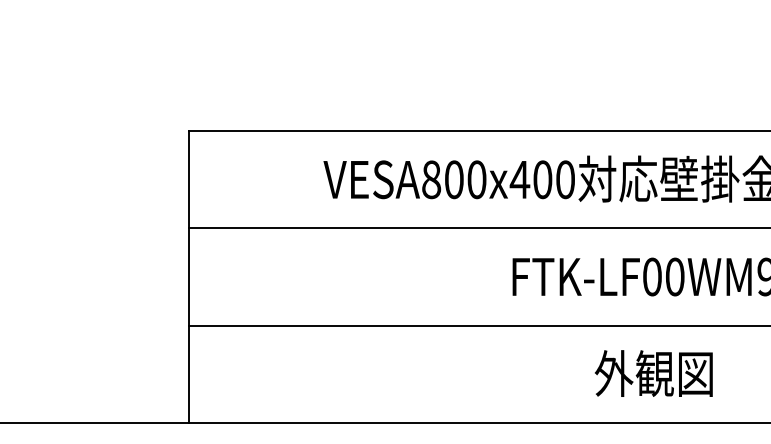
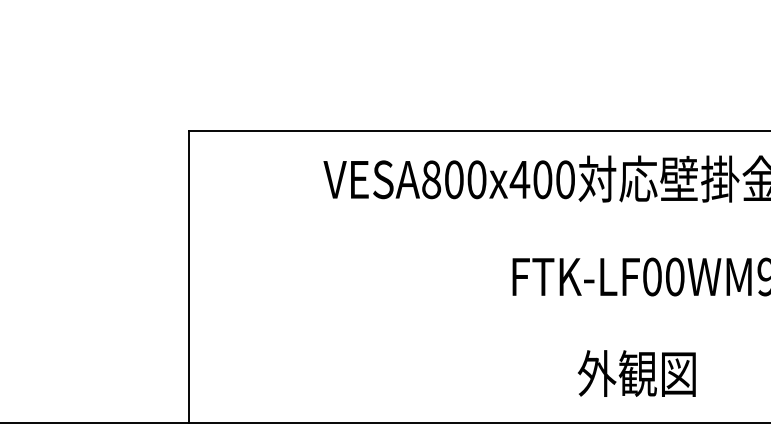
line at (478, 228): present -> none
line at (478, 325): present -> none
text at (653, 373) position: (653, 373) -> (636, 373)
